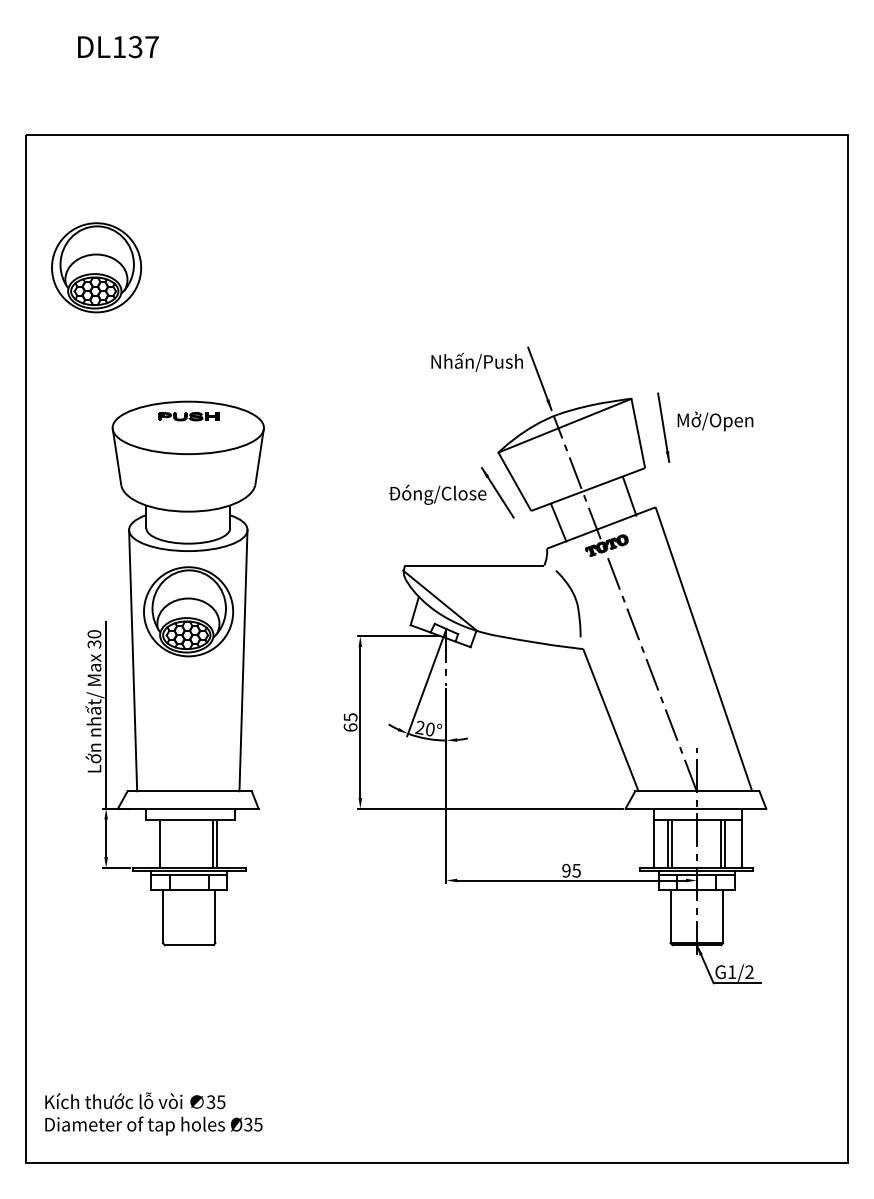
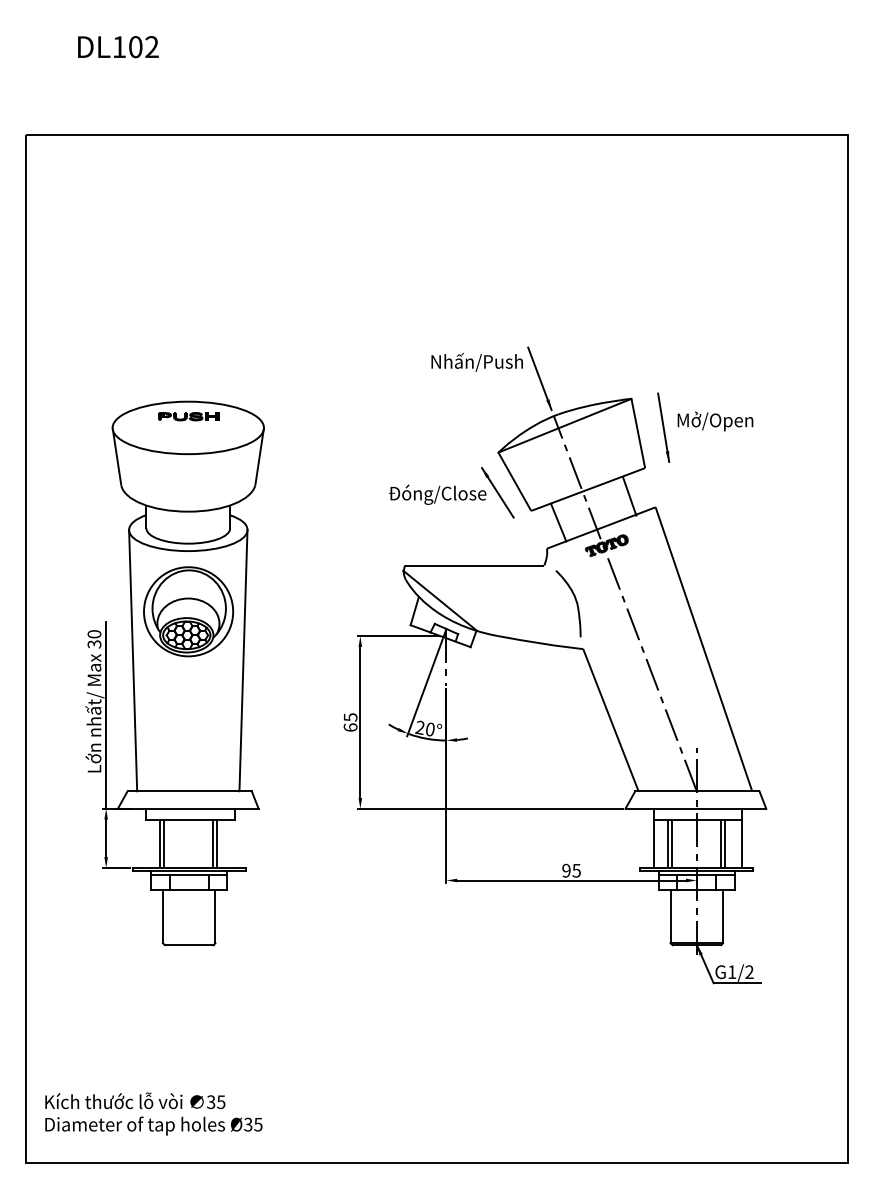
text at (143, 47): DL137 -> DL102
part at (96, 267): present -> none
line at (164, 843): none -> present
